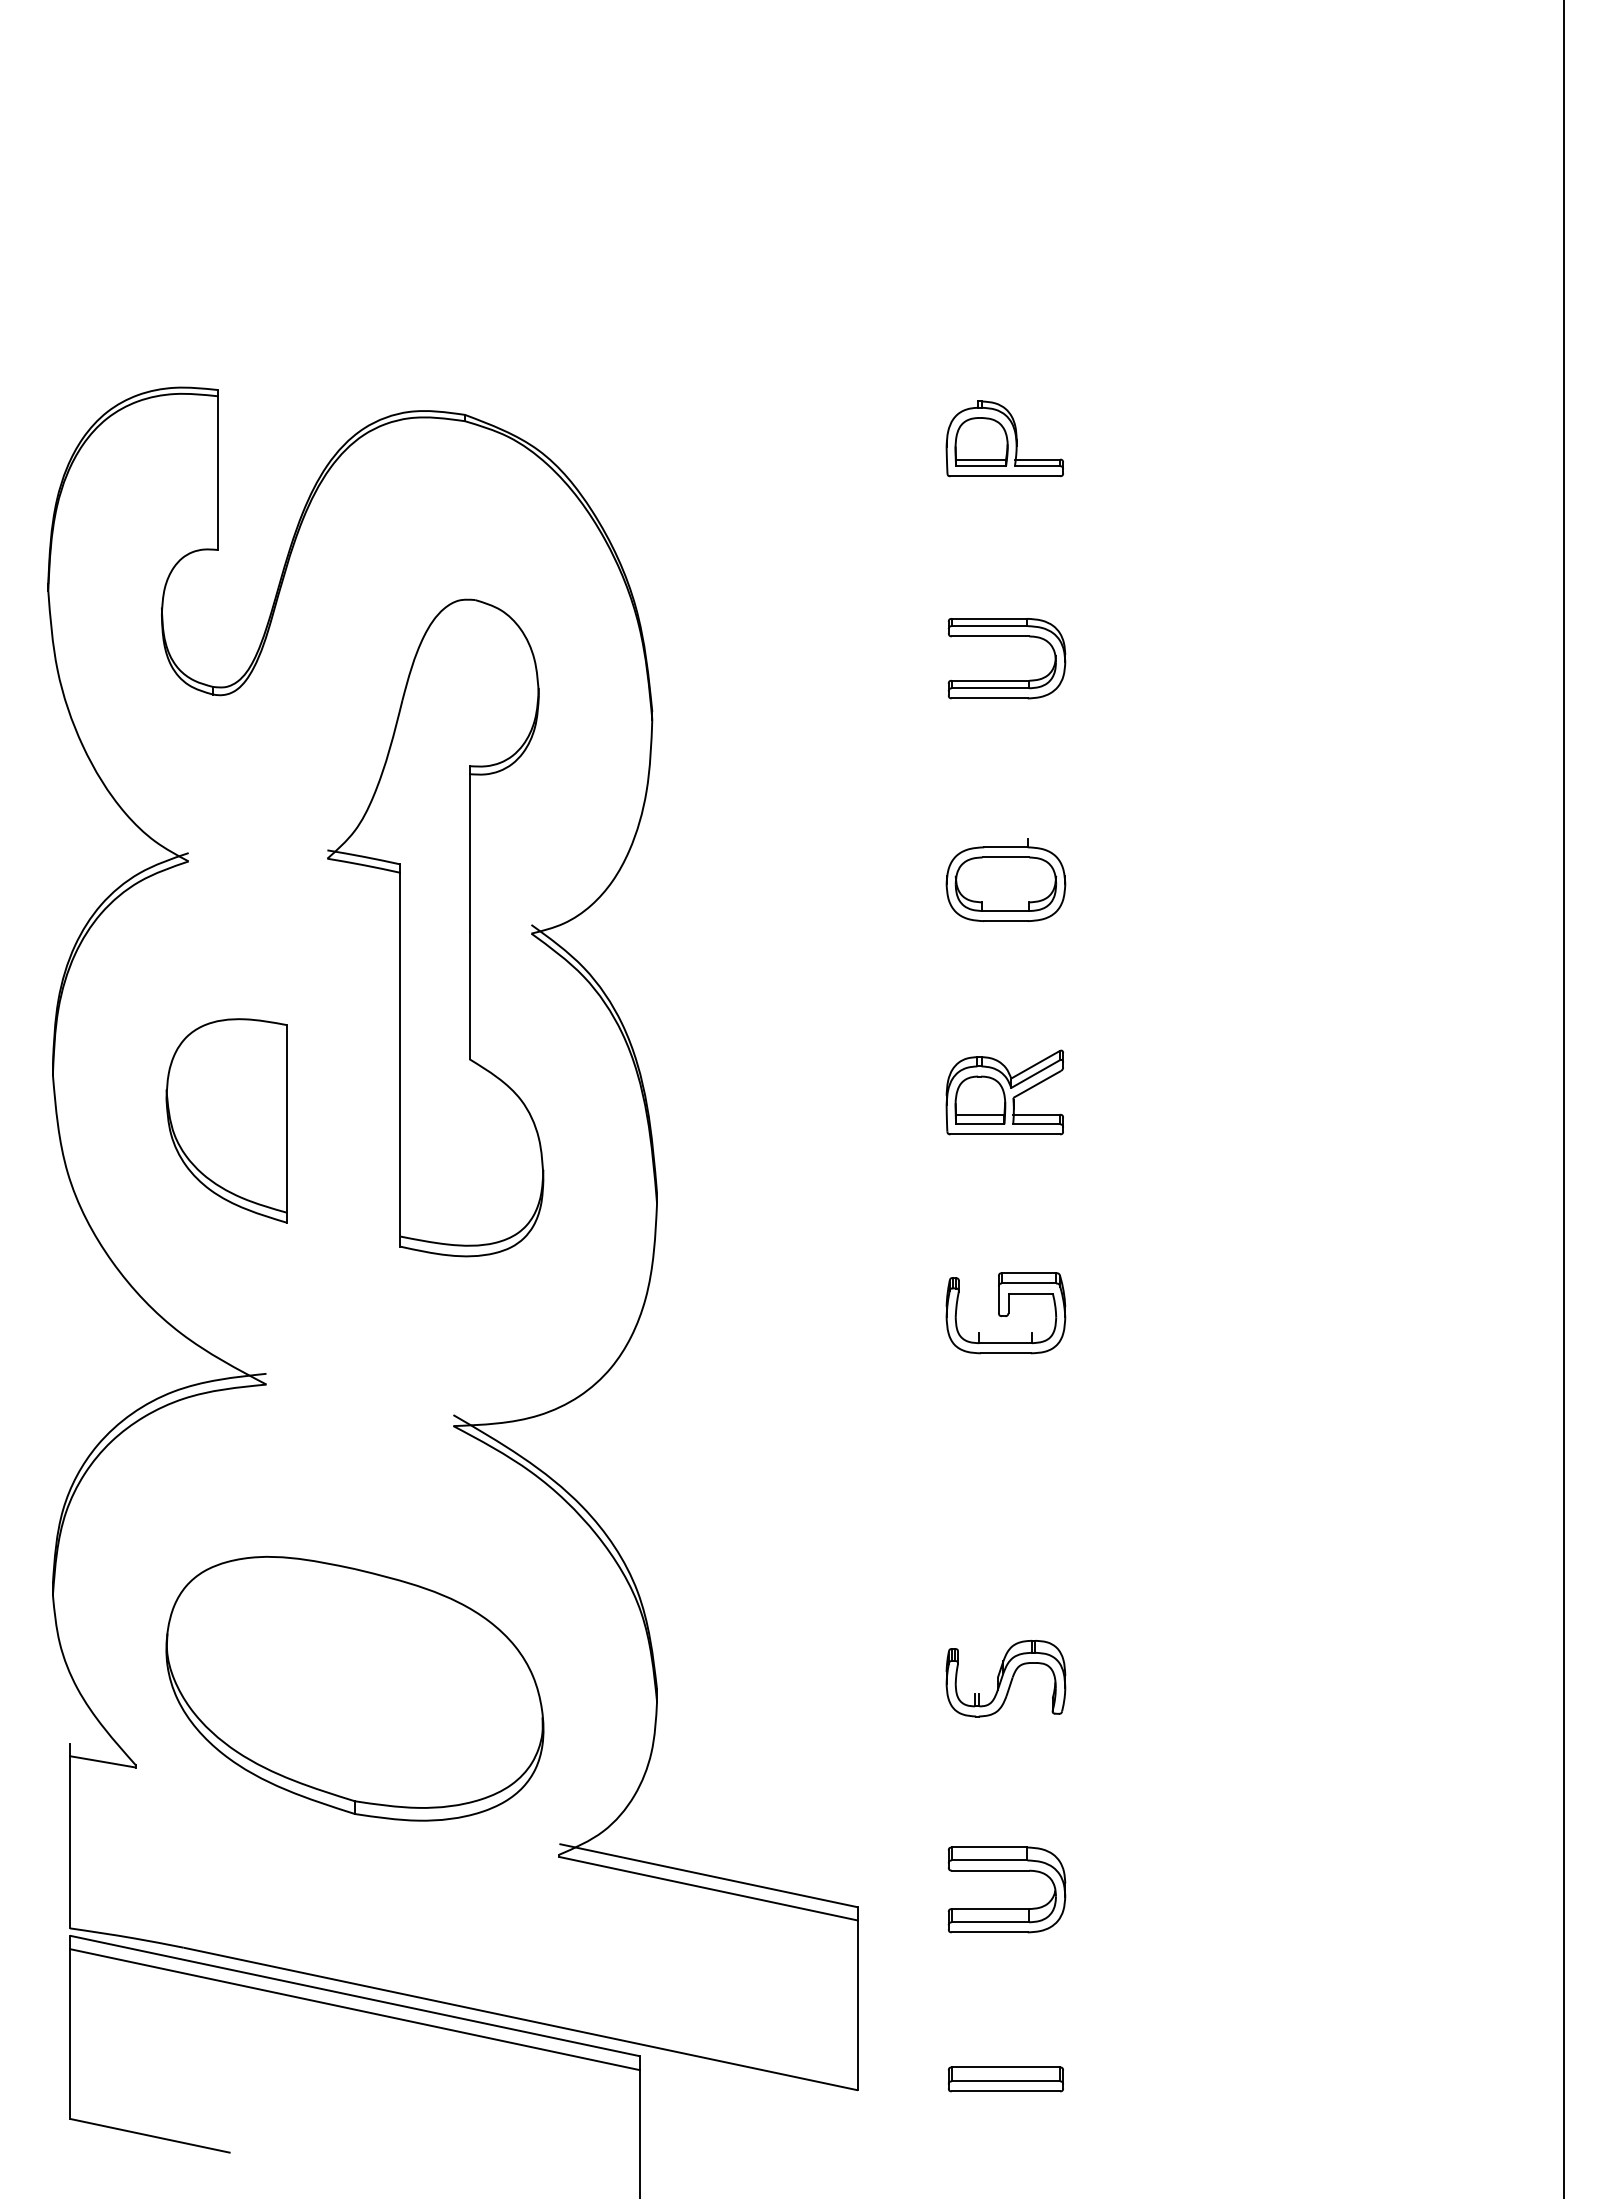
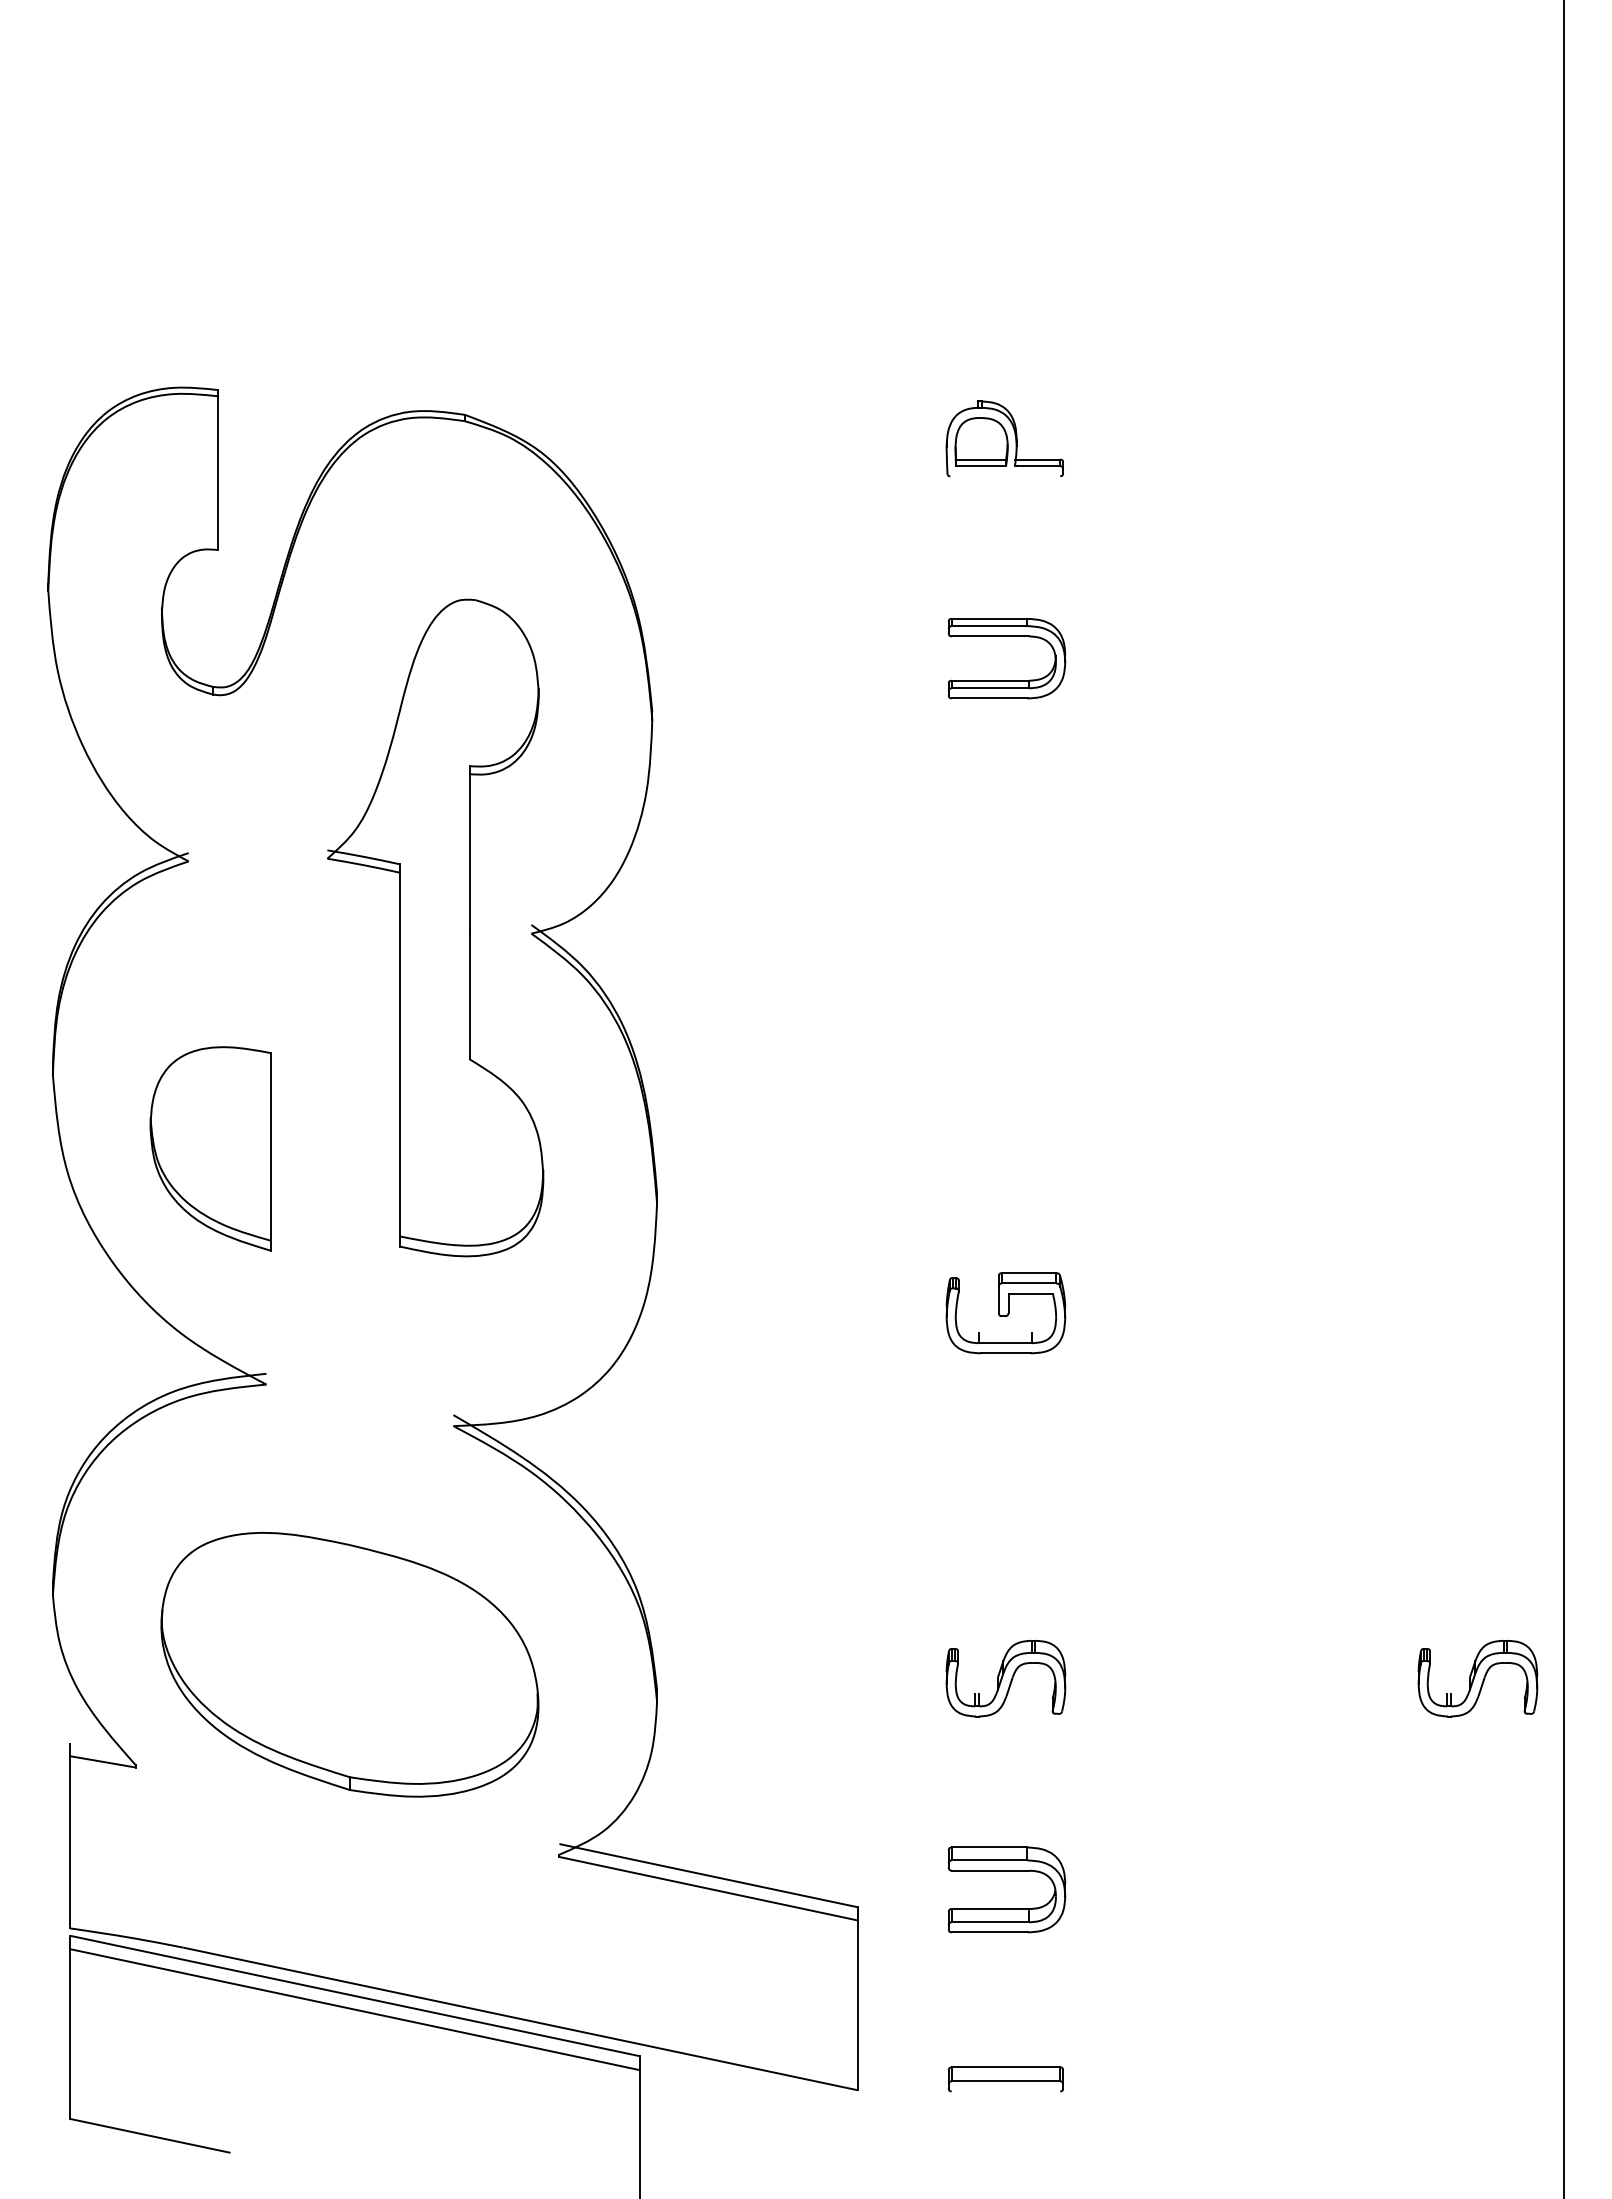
line at (1005, 476): present -> none
part at (1005, 879): present -> none
part at (1004, 1092): present -> none
part at (226, 1120) position: (226, 1120) -> (210, 1148)
part at (1477, 1678): none -> present
part at (354, 1688) position: (354, 1688) -> (349, 1664)
line at (1005, 2091): present -> none
